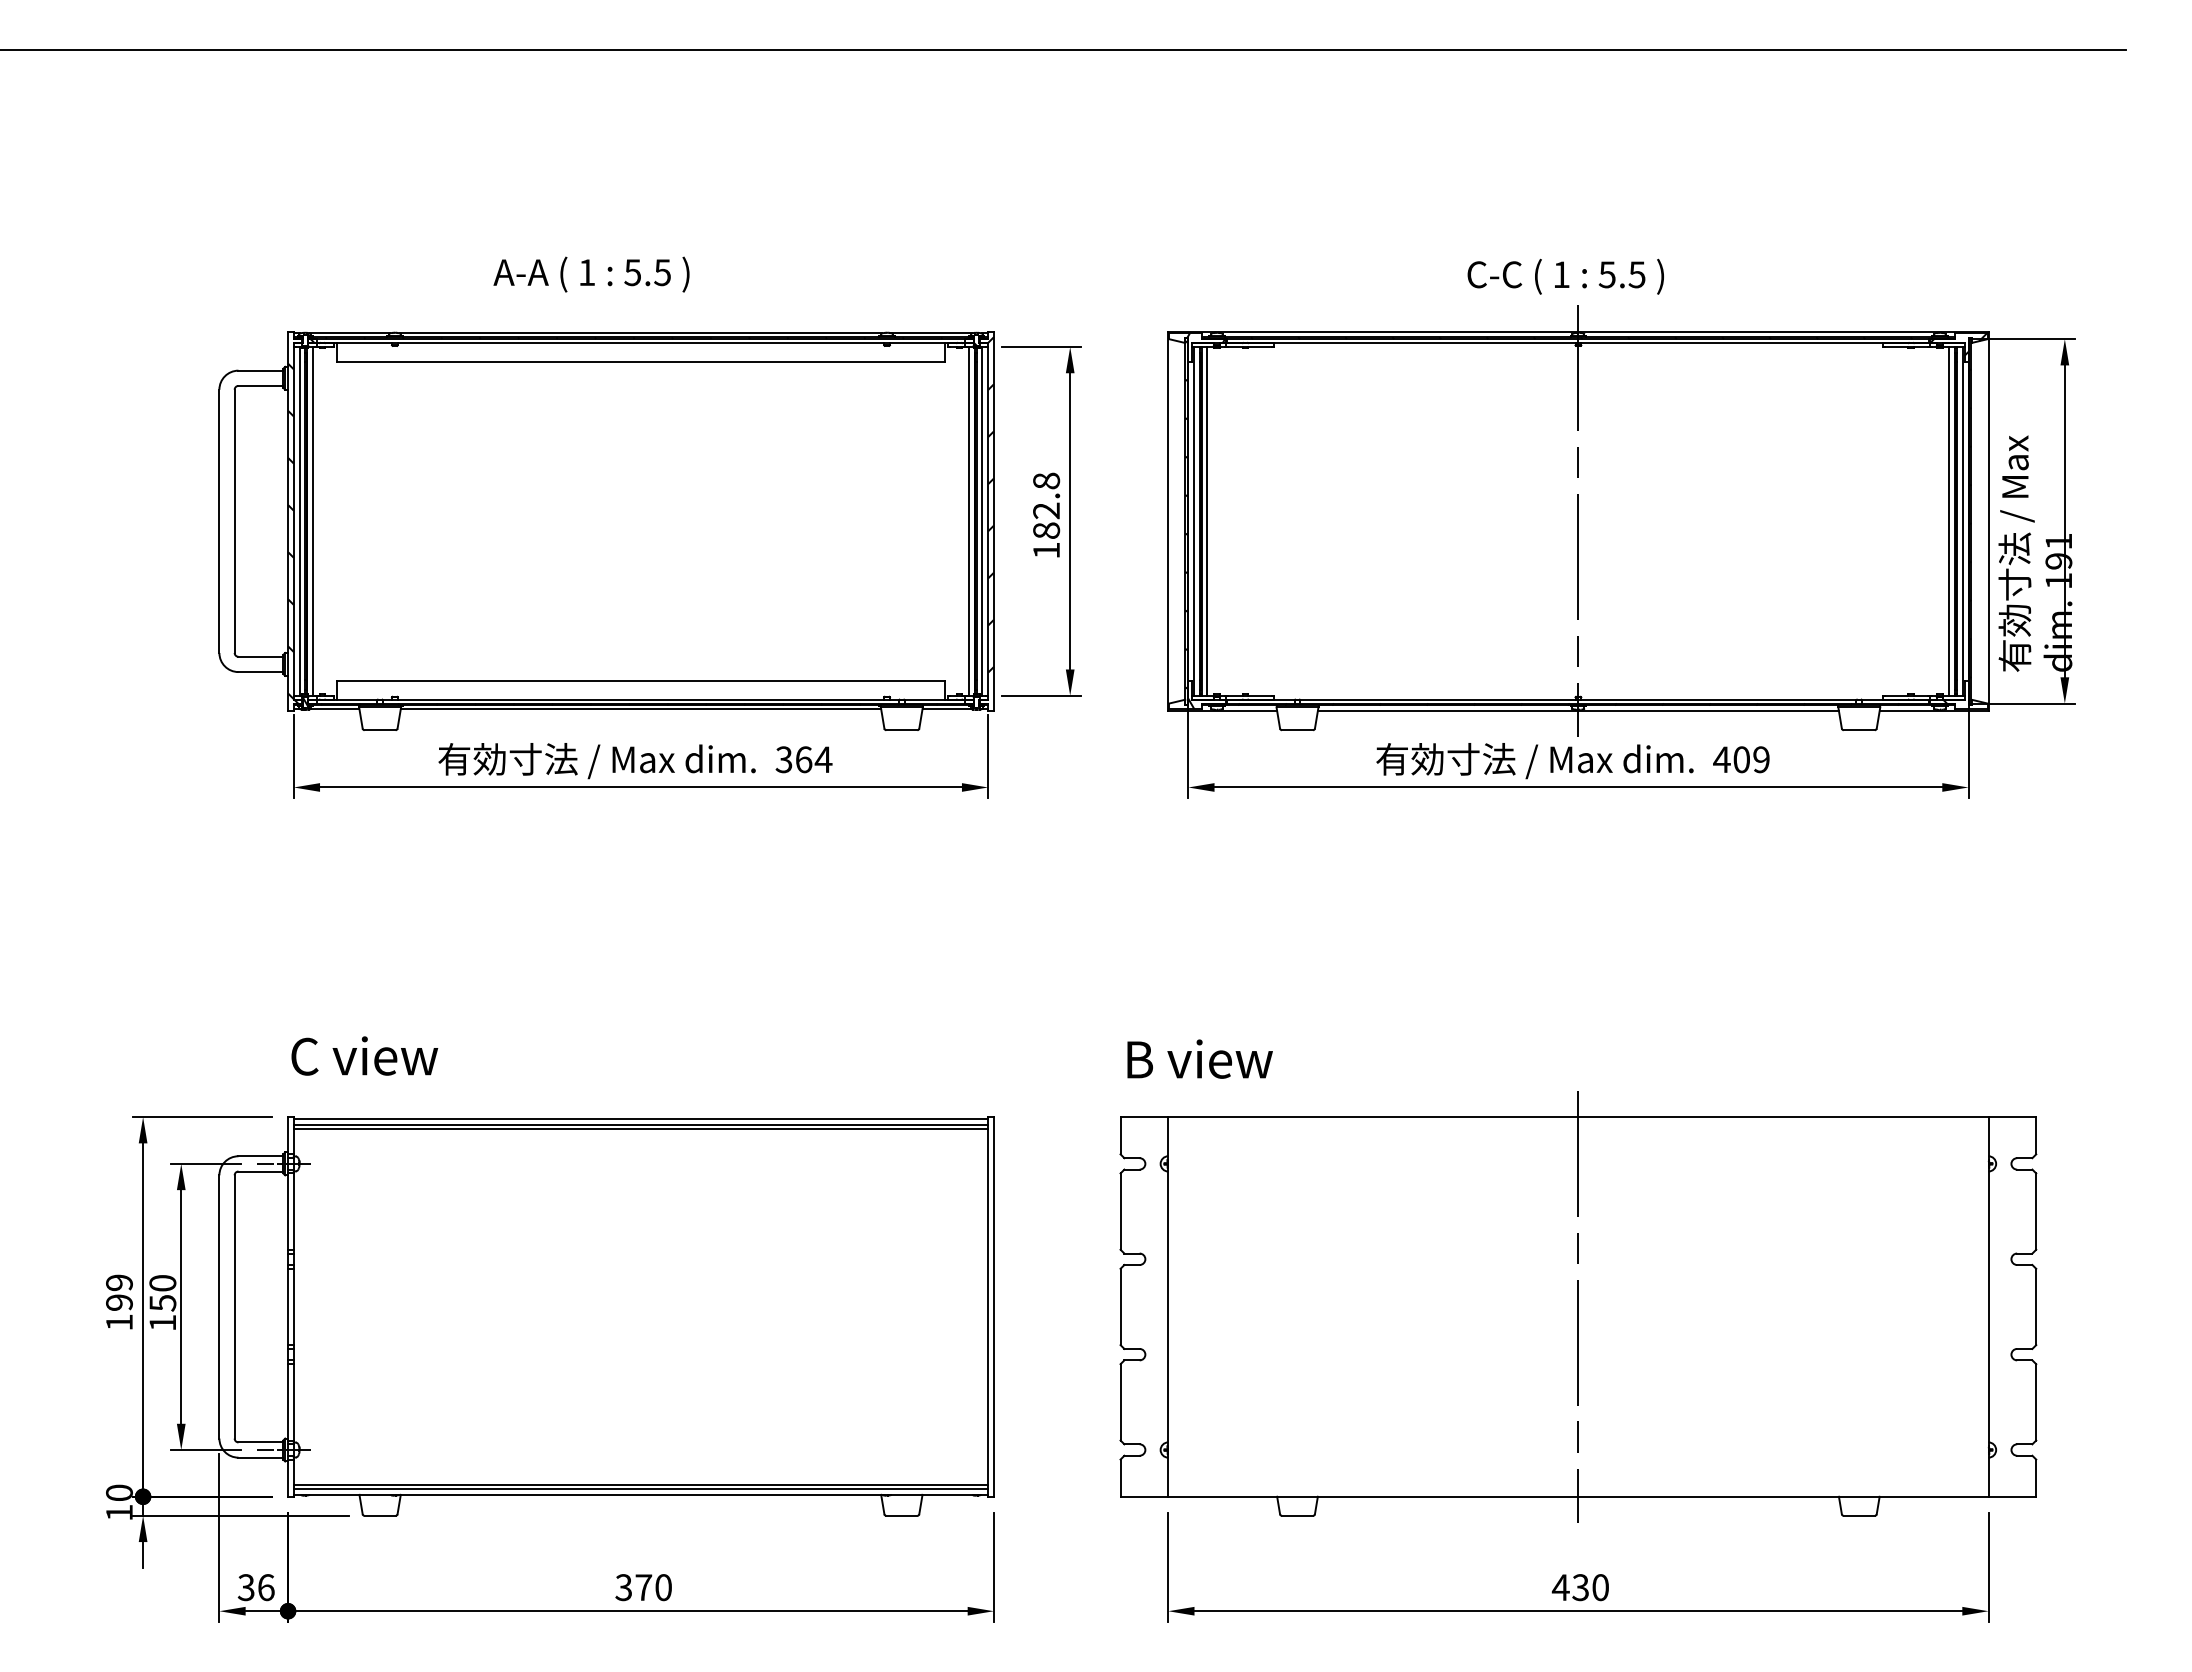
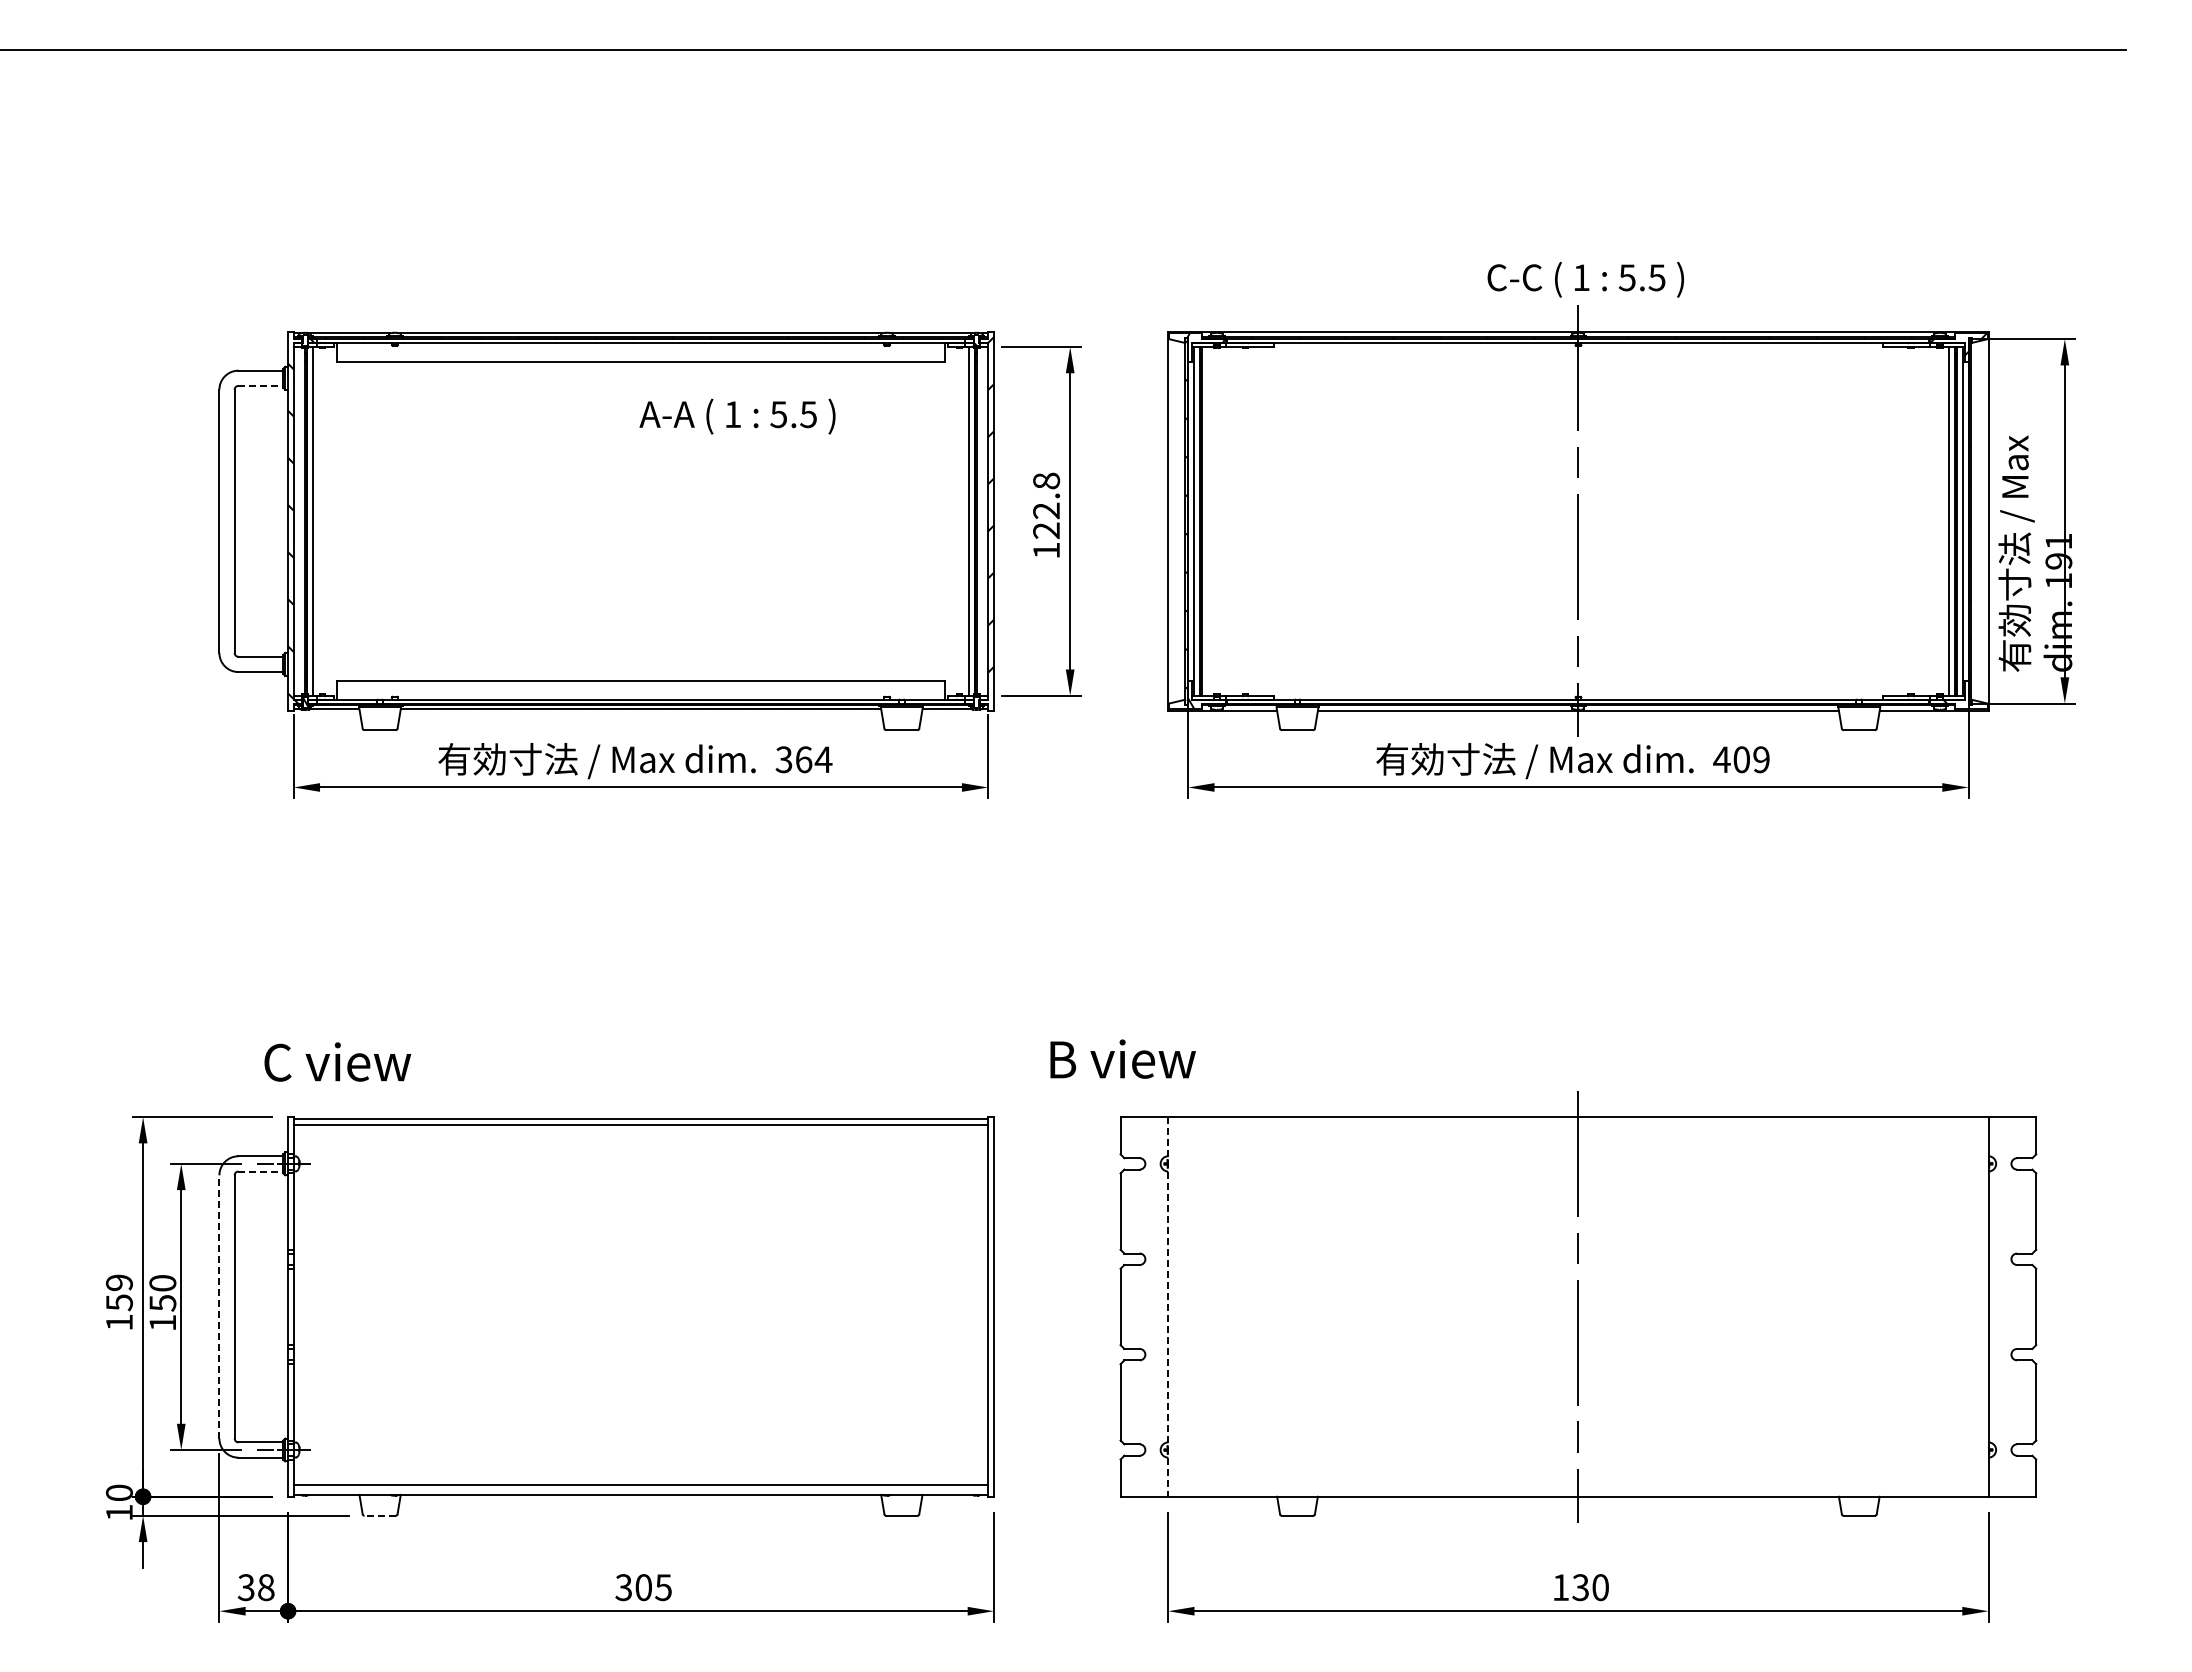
text at (591, 274) position: (591, 274) -> (737, 416)
text at (1565, 276) position: (1565, 276) -> (1585, 279)
line at (261, 385): solid -> dashed
line at (299, 521): present -> none
line at (982, 521): present -> none
line at (1207, 521): present -> none
text at (1046, 530): 182.8 -> 122.8
text at (364, 1055) position: (364, 1055) -> (337, 1061)
text at (1199, 1058) position: (1199, 1058) -> (1122, 1058)
line at (640, 1128): present -> none
line at (261, 1171): solid -> dashed
text at (119, 1302): 199 -> 159
line at (219, 1306): solid -> dashed
line at (1168, 1306): solid -> dashed
line at (640, 1489): present -> none
line at (380, 1515): solid -> dashed
text at (266, 1587): 36 -> 38
text at (653, 1587): 370 -> 305
text at (1560, 1587): 430 -> 130
